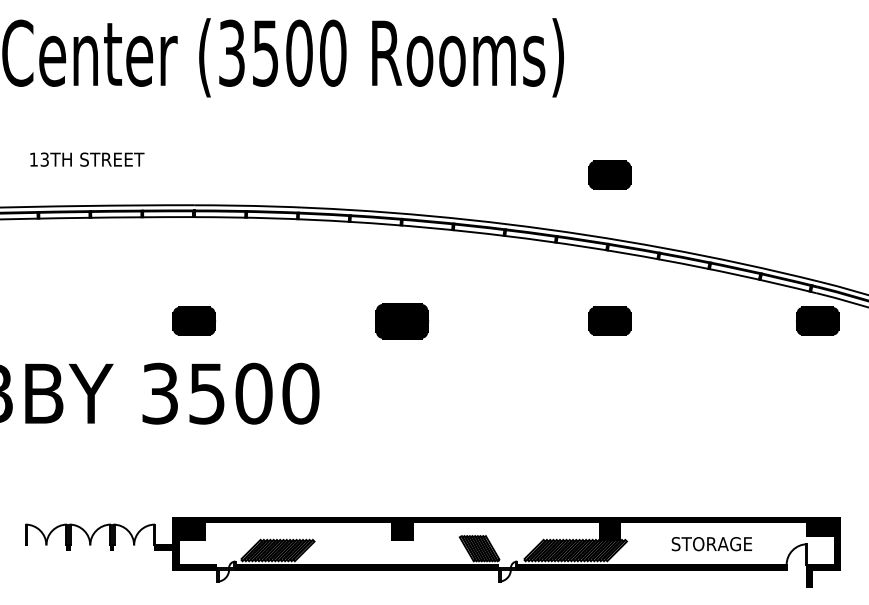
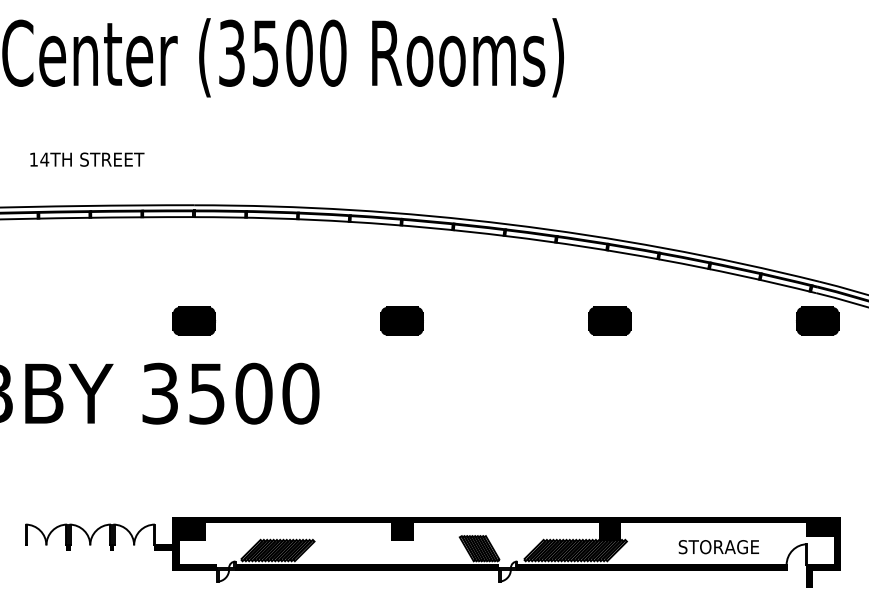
text at (44, 159): 13TH -> 14TH
part at (609, 174): present -> none
part at (402, 321) size: 55x37 px -> 44x30 px
text at (711, 544) position: (711, 544) -> (718, 547)
